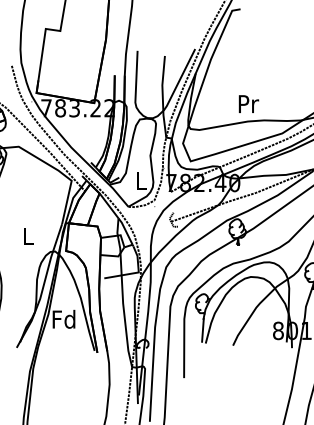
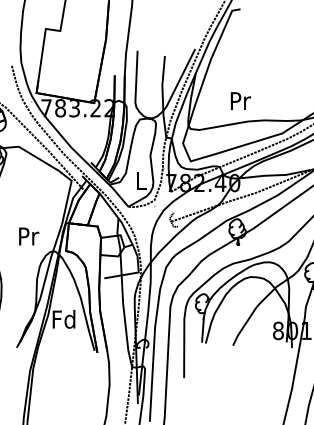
text at (248, 103) position: (248, 103) -> (240, 100)
text at (29, 236): L -> Pr
